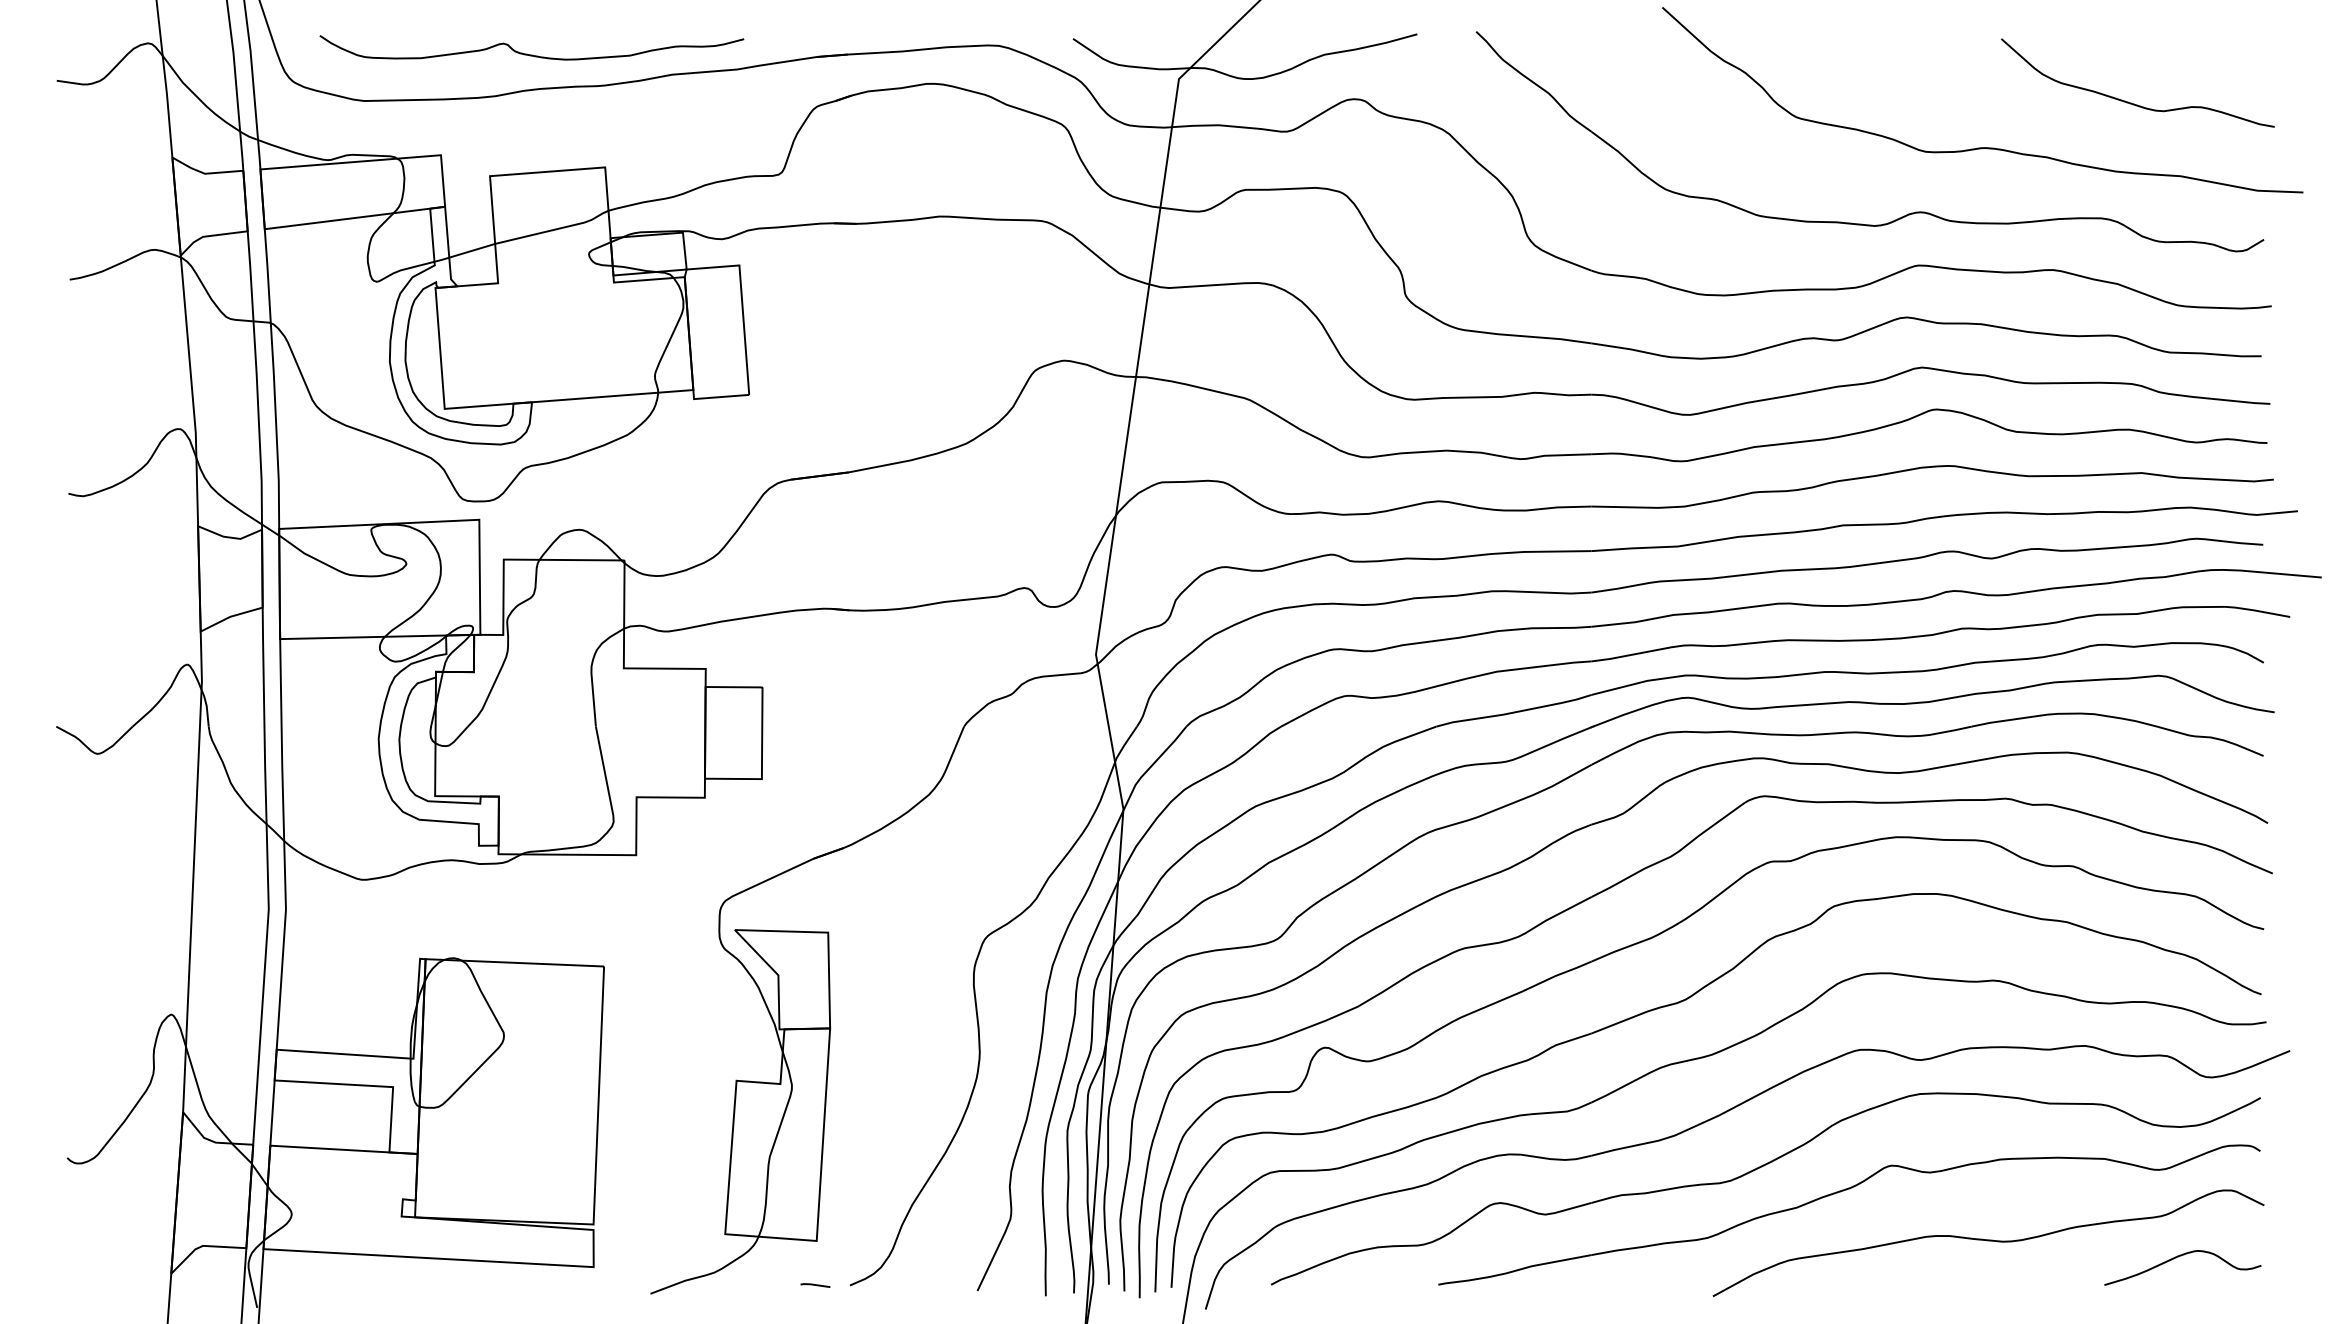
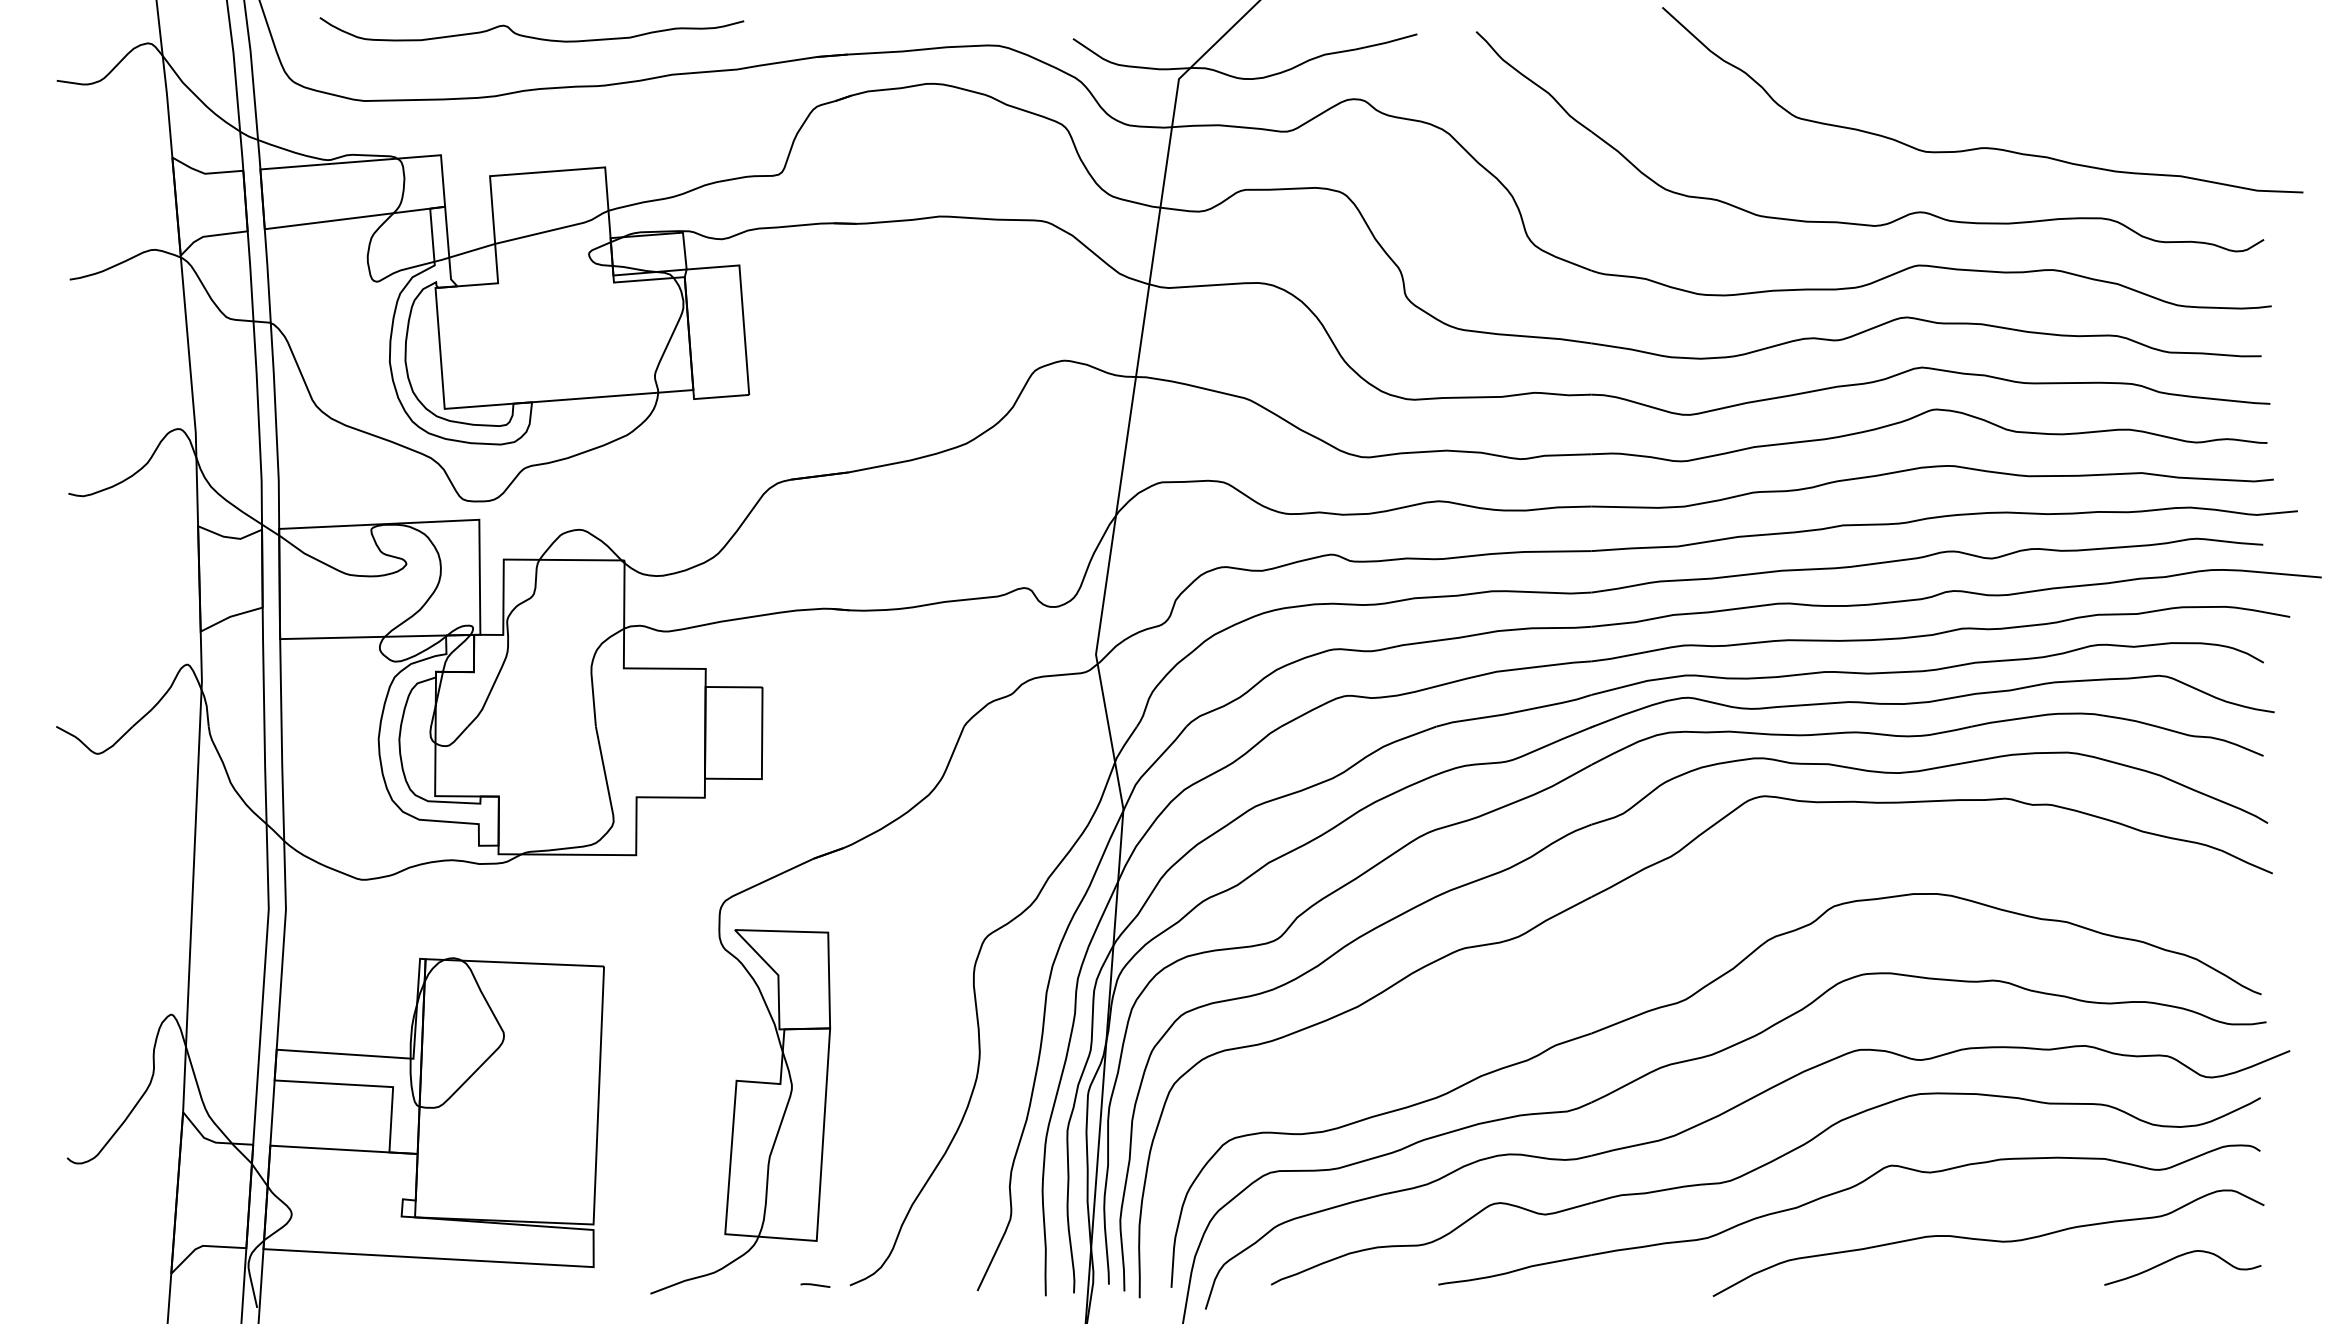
curve at (531, 54) position: (531, 54) -> (531, 36)
curve at (2131, 102): present -> none
part at (1657, 936): present -> none
